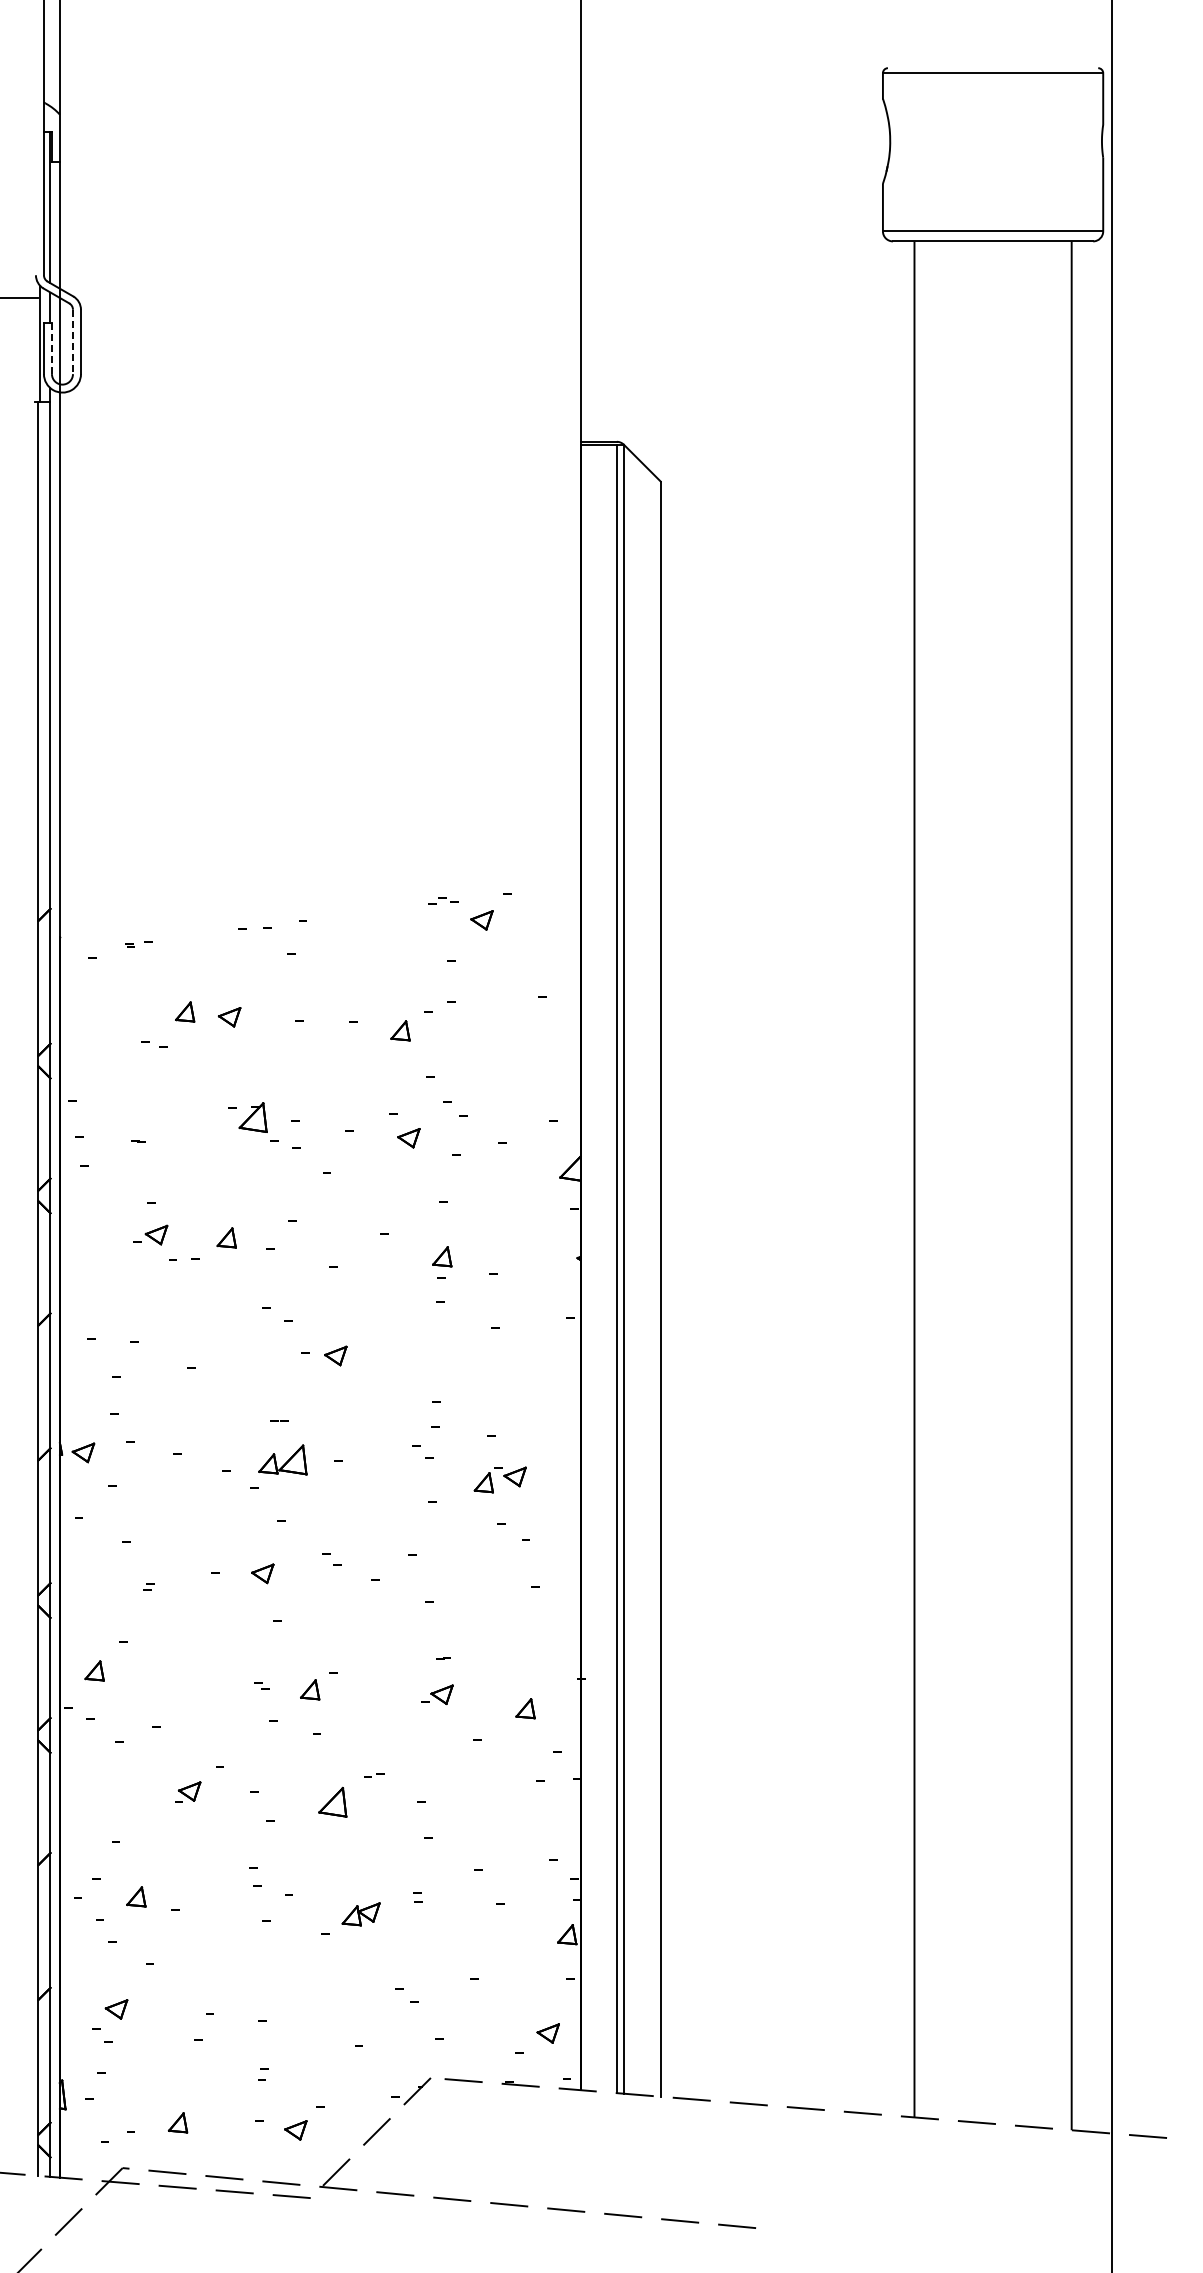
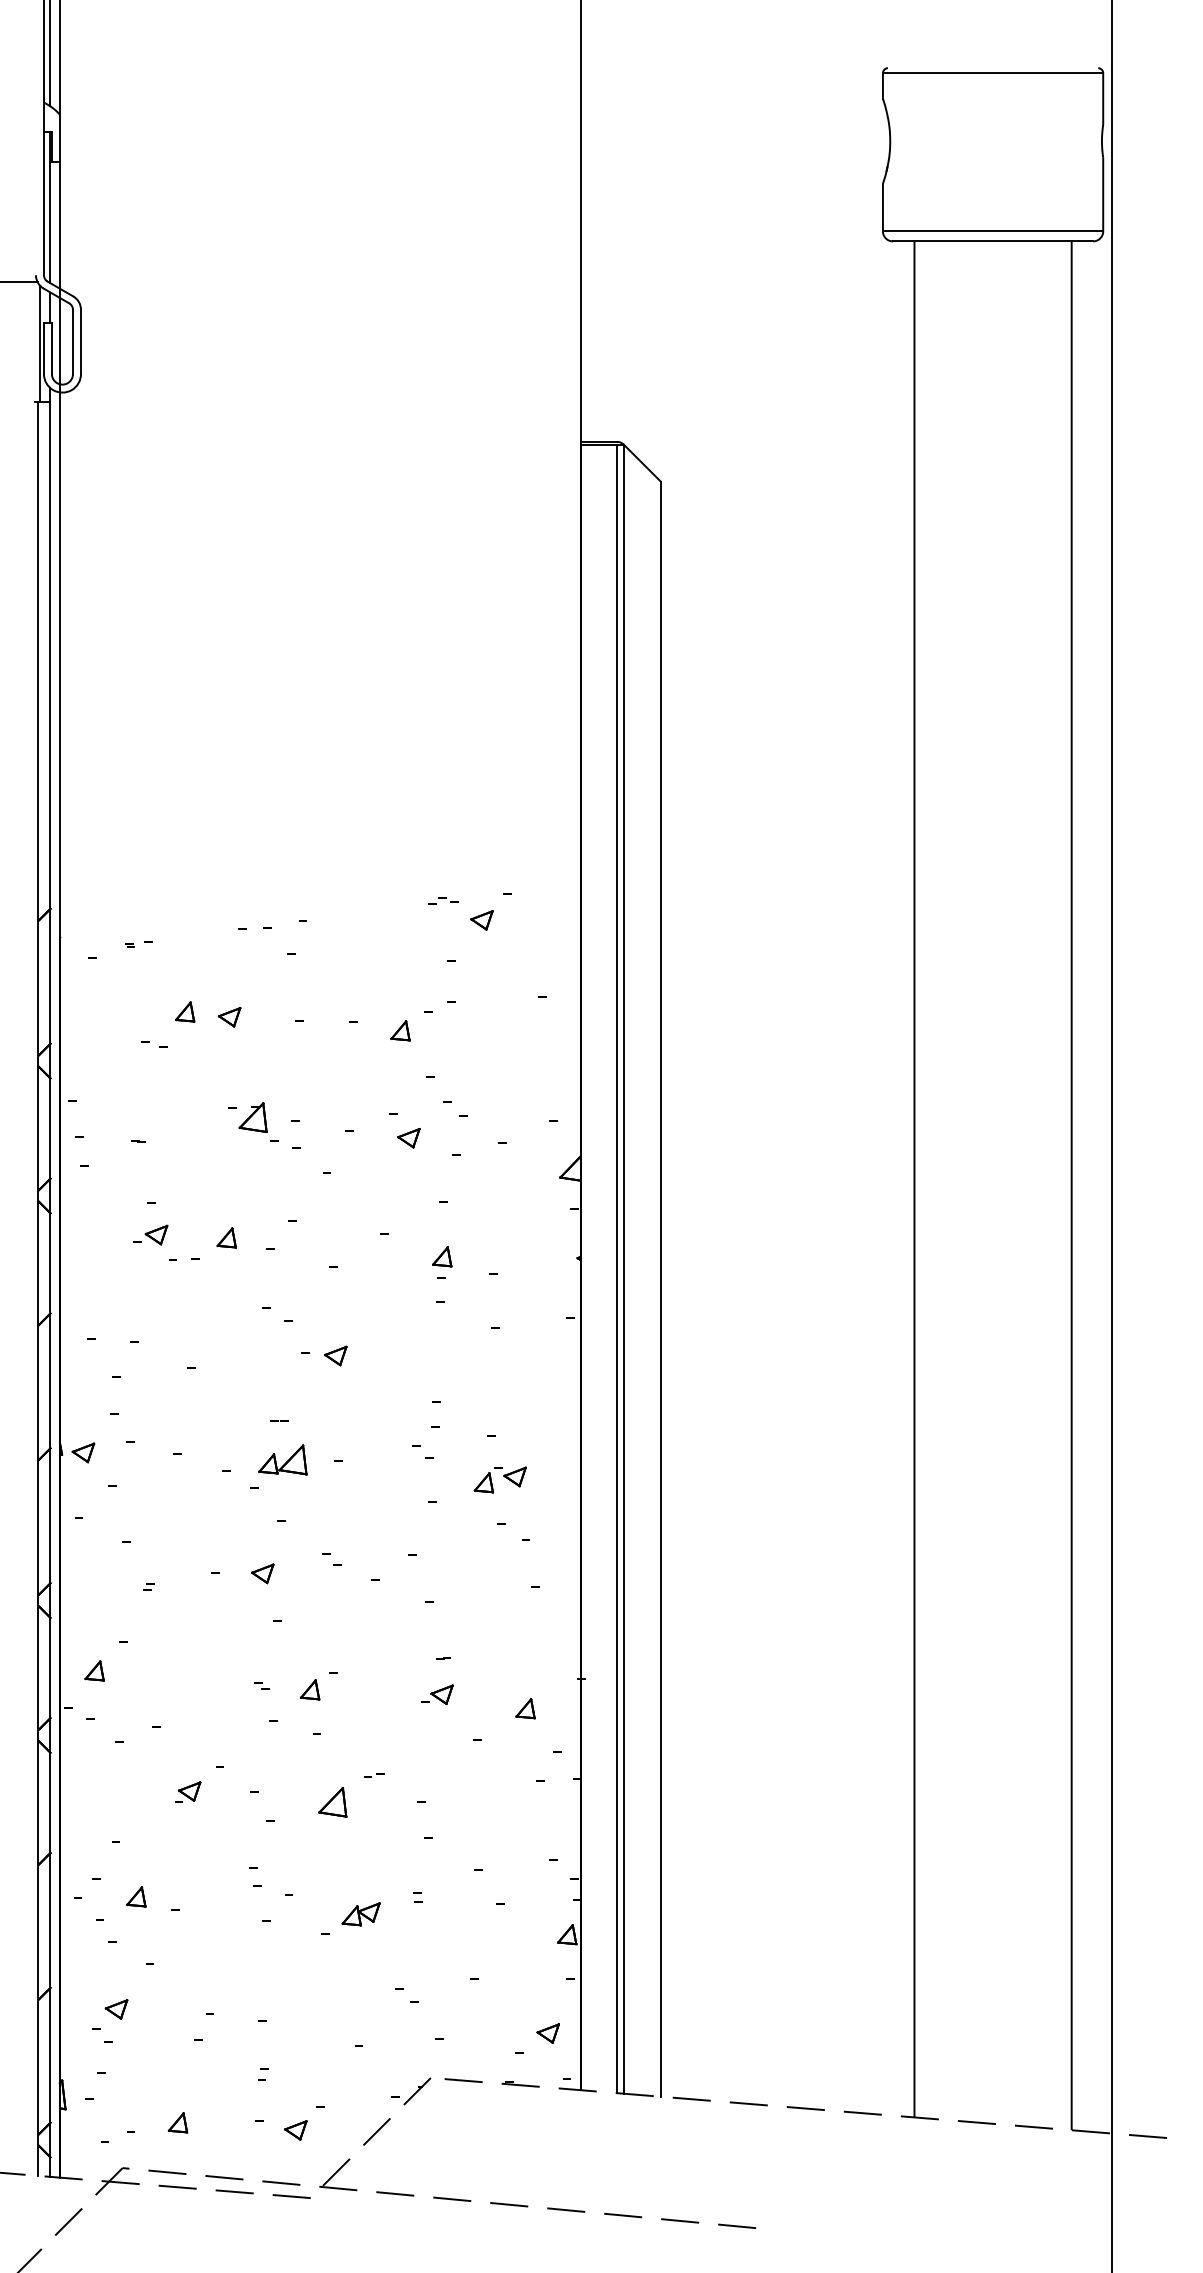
line at (50, 54): none -> present
line at (19, 298) position: (19, 298) -> (19, 282)
line at (72, 342): dashed -> solid
line at (51, 348): dashed -> solid
